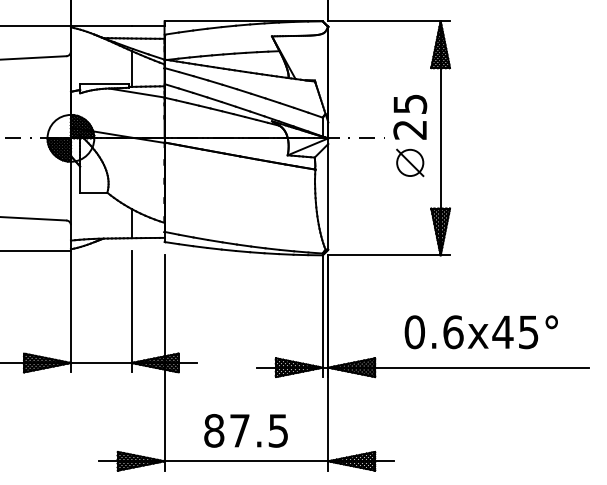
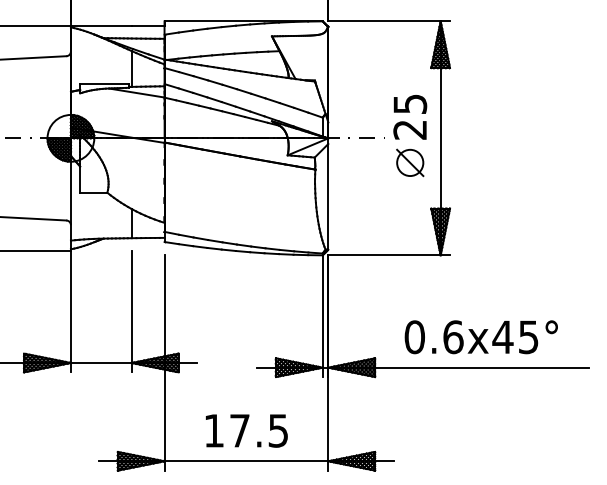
text at (480, 332) position: (480, 332) -> (480, 337)
text at (214, 430): 87.5 -> 17.5
